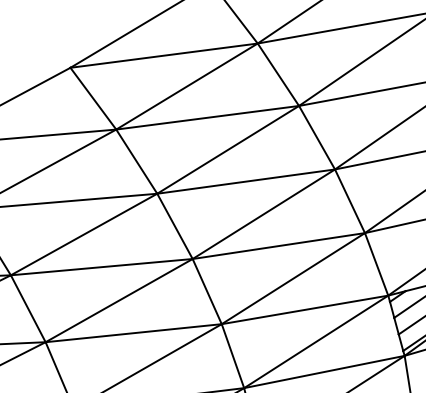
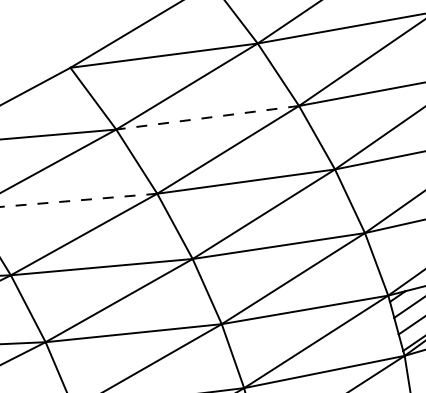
line at (207, 117): solid -> dashed
line at (78, 200): solid -> dashed
